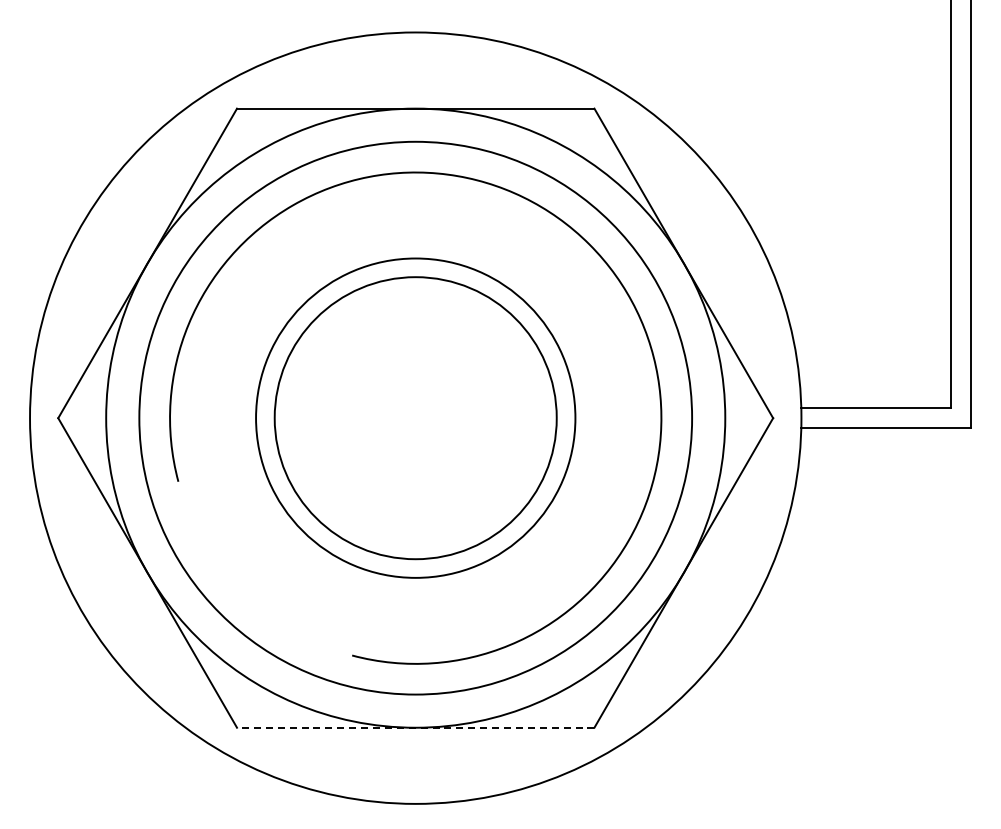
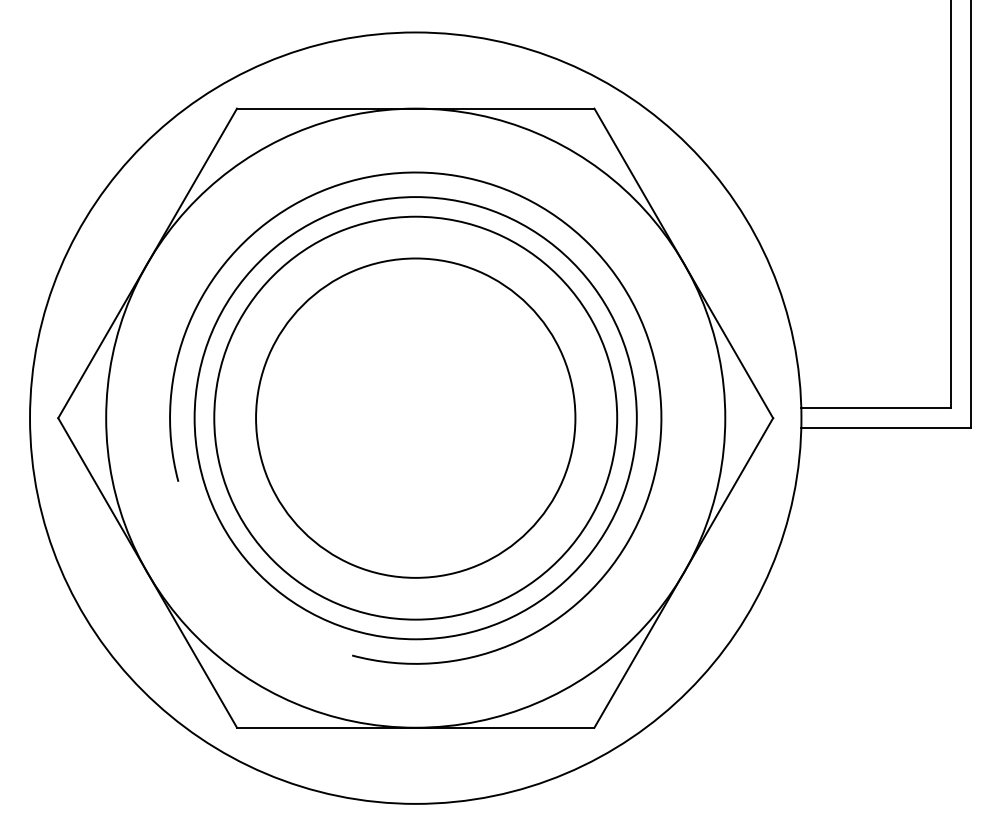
circle at (415, 417) diameter: 553 px -> 442 px
circle at (415, 418) diameter: 282 px -> 403 px
line at (415, 727): dashed -> solid
